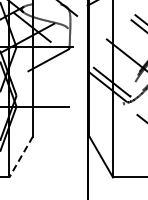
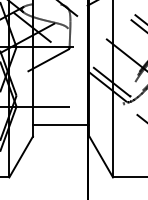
line at (60, 124): none -> present
line at (21, 156): dashed -> solid
